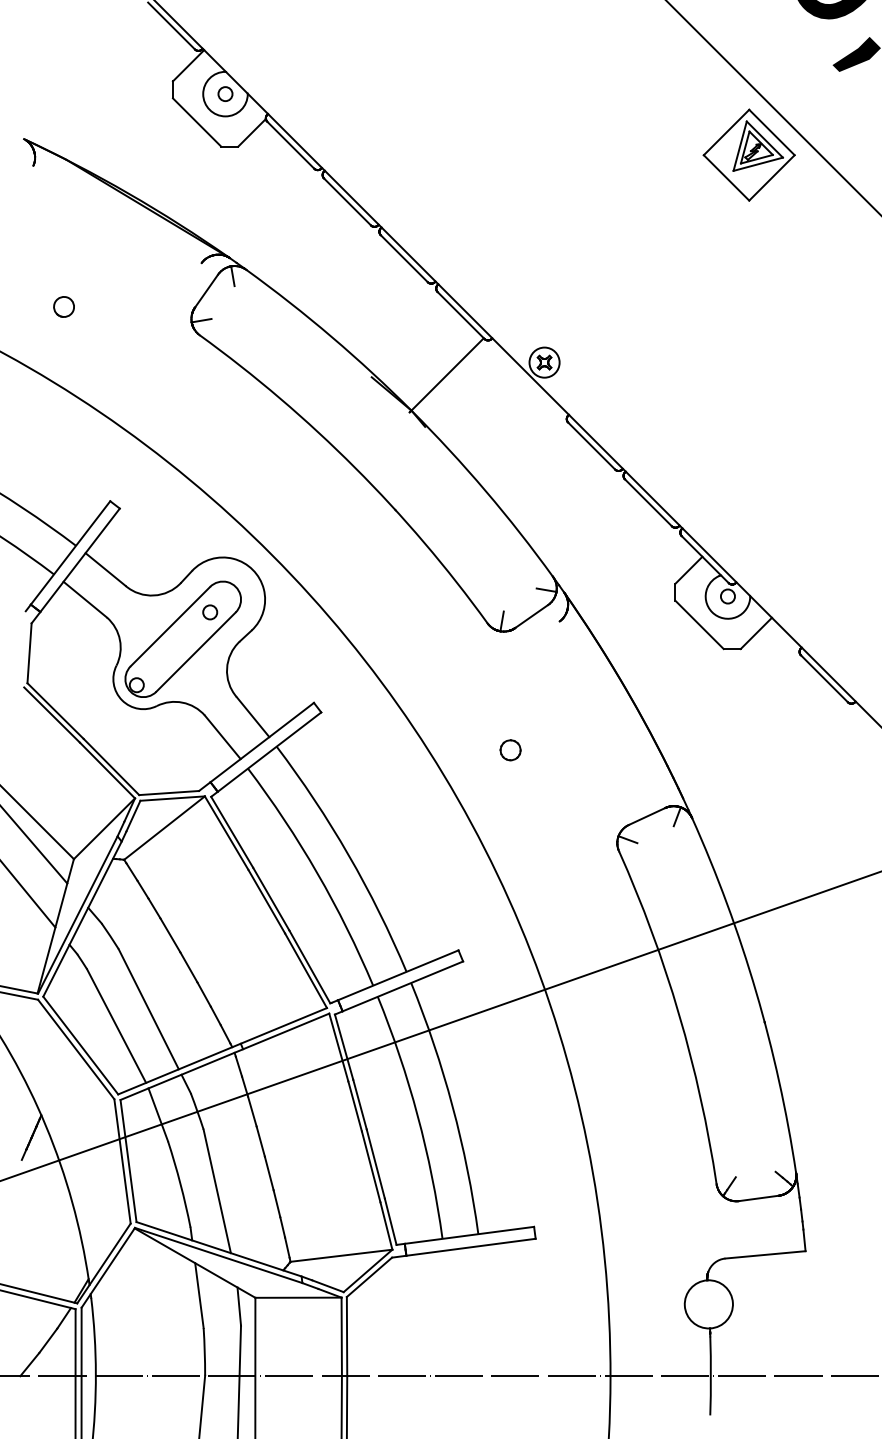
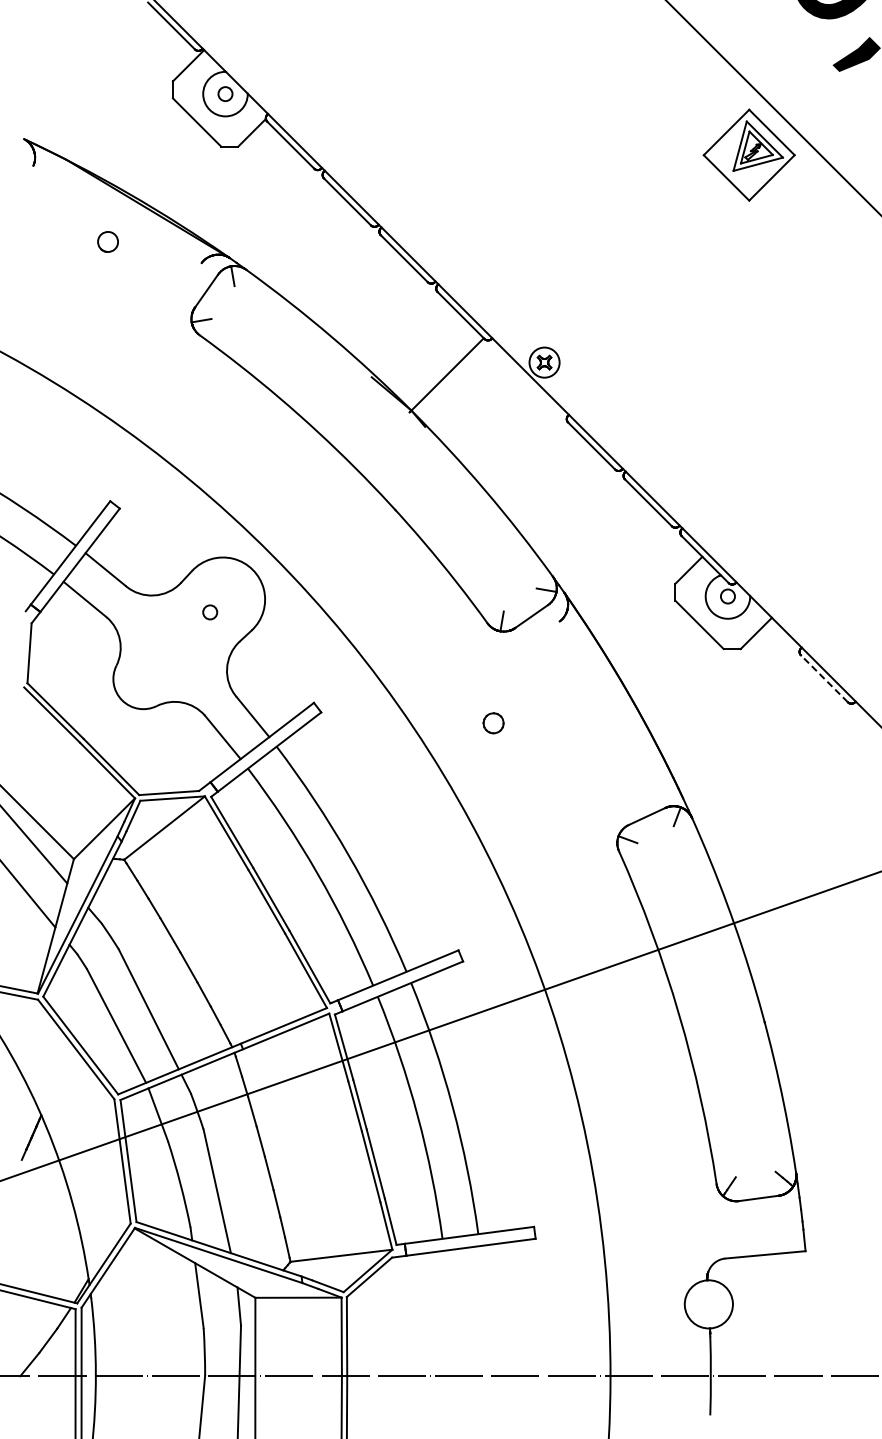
part at (63, 306) position: (63, 306) -> (107, 241)
part at (182, 638): present -> none
line at (824, 678): solid -> dashed
part at (510, 750) position: (510, 750) -> (493, 723)
